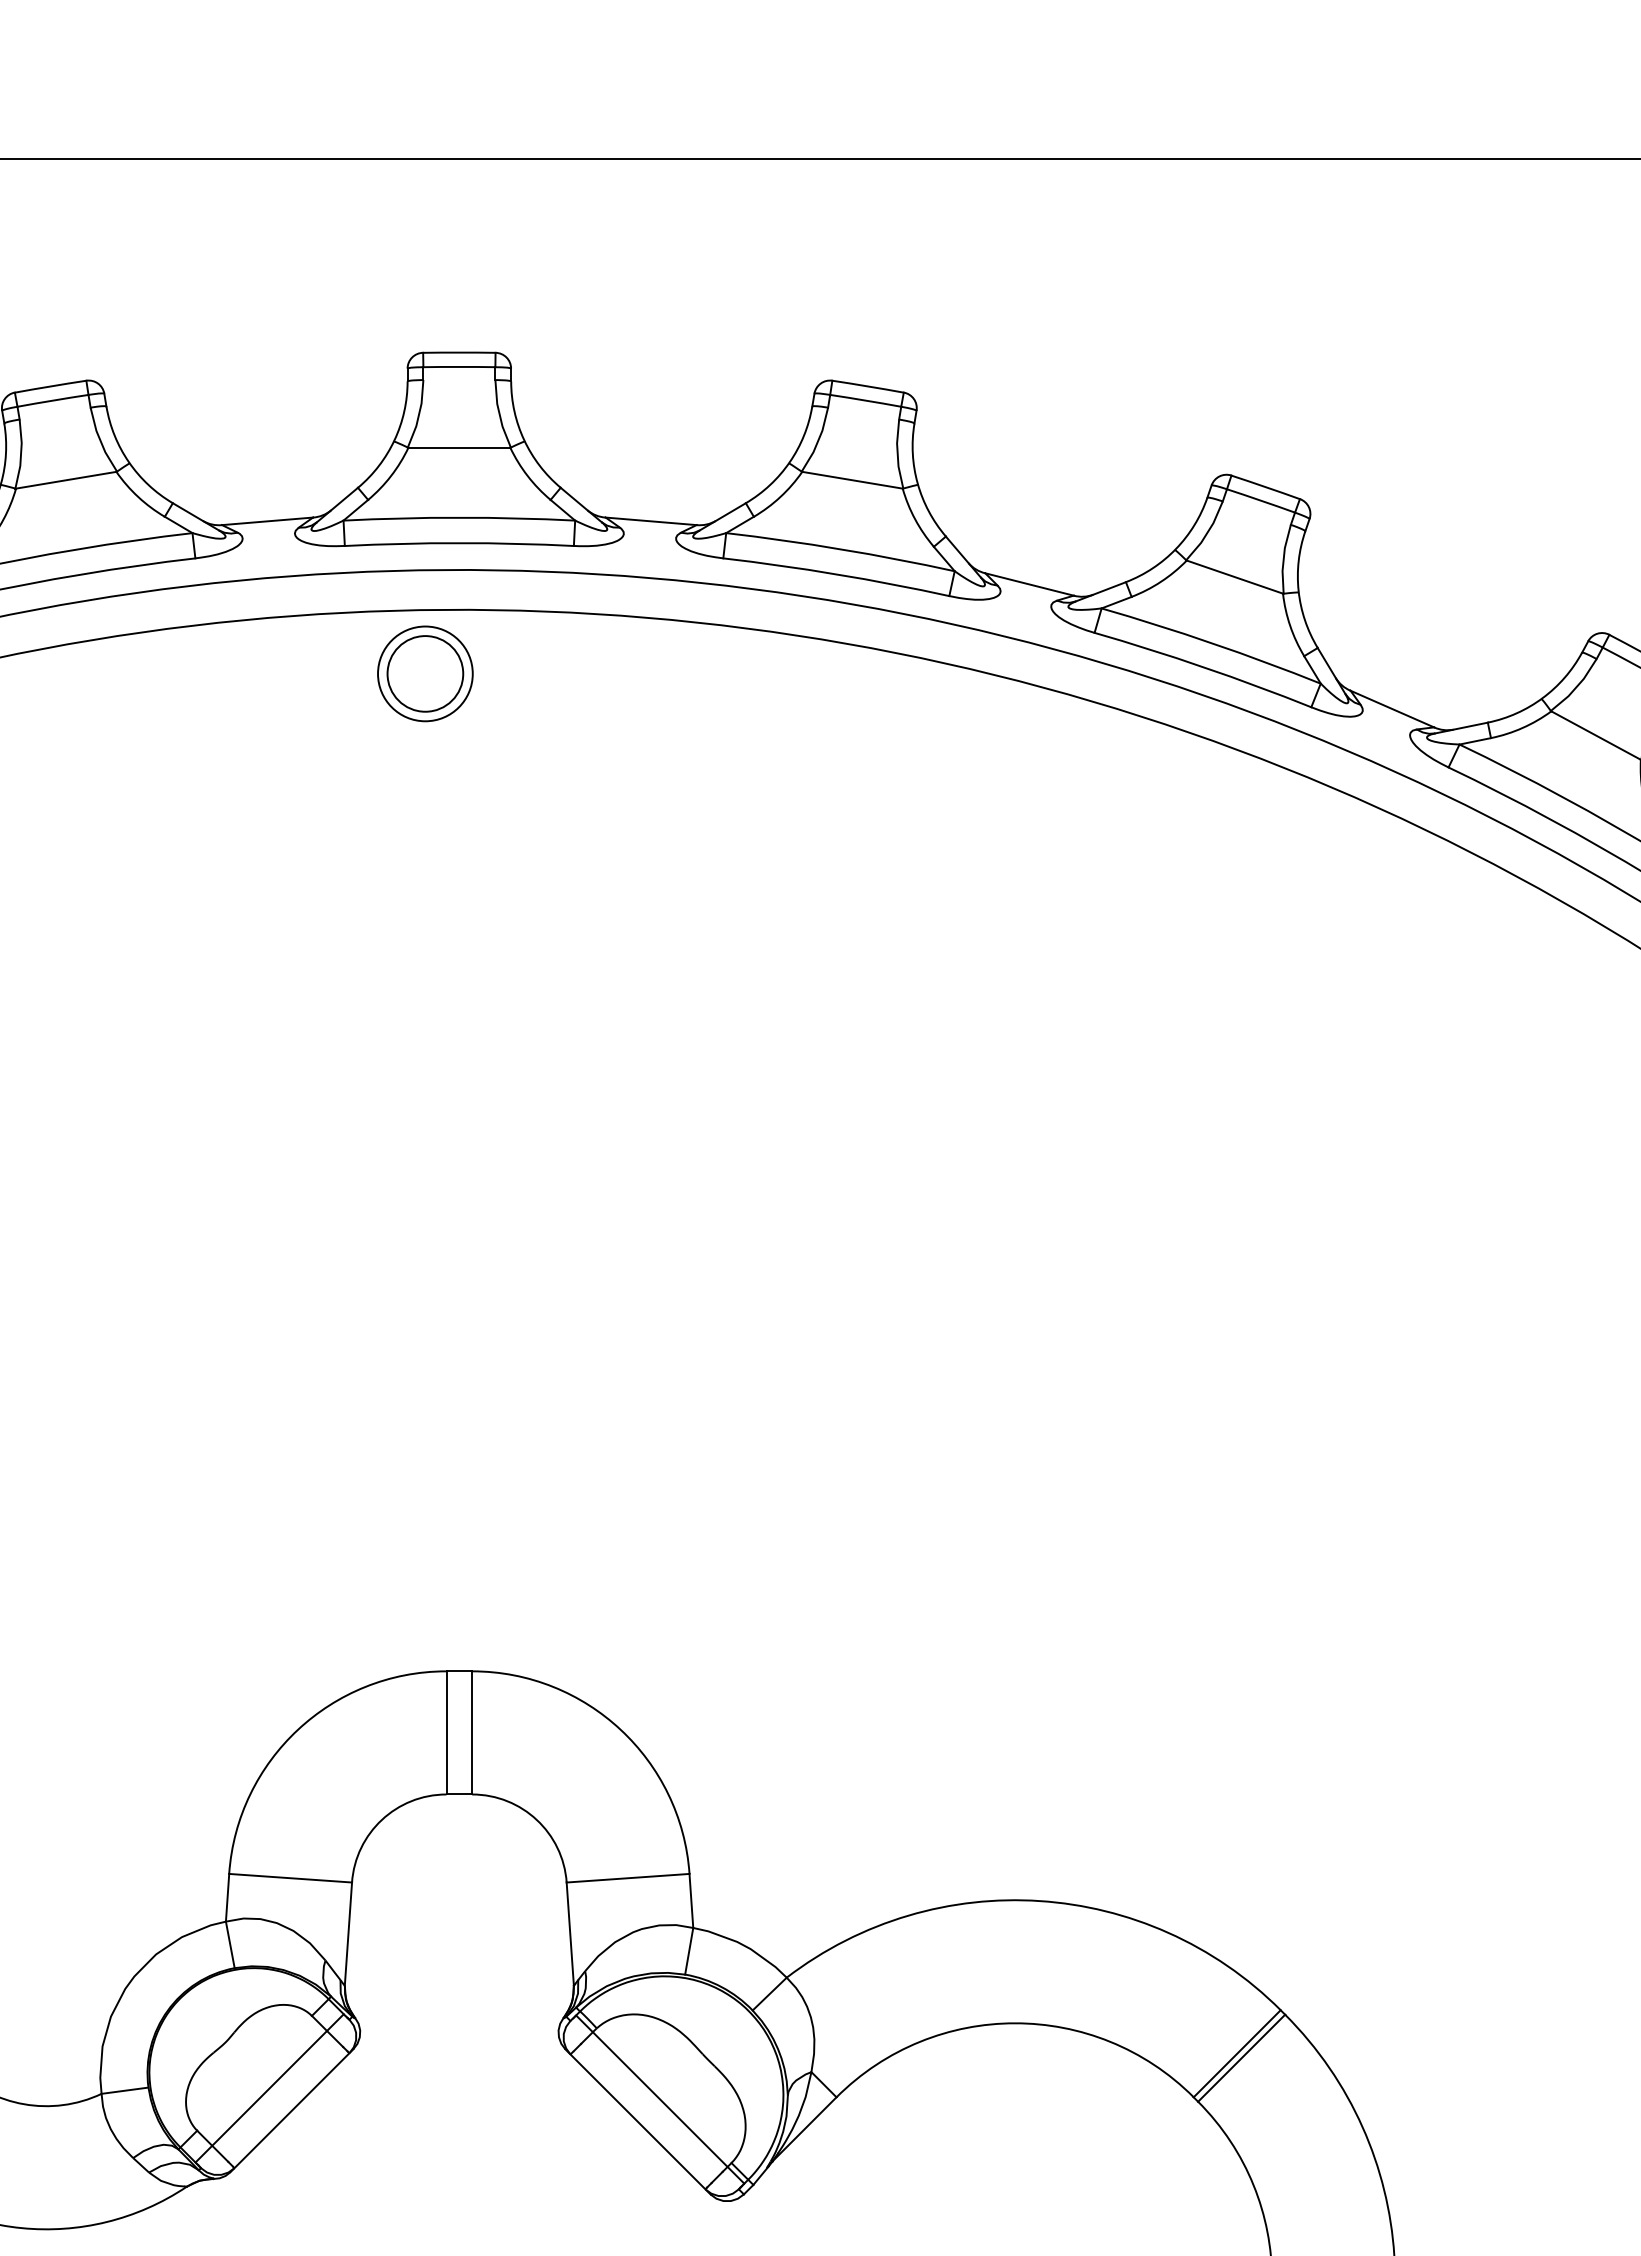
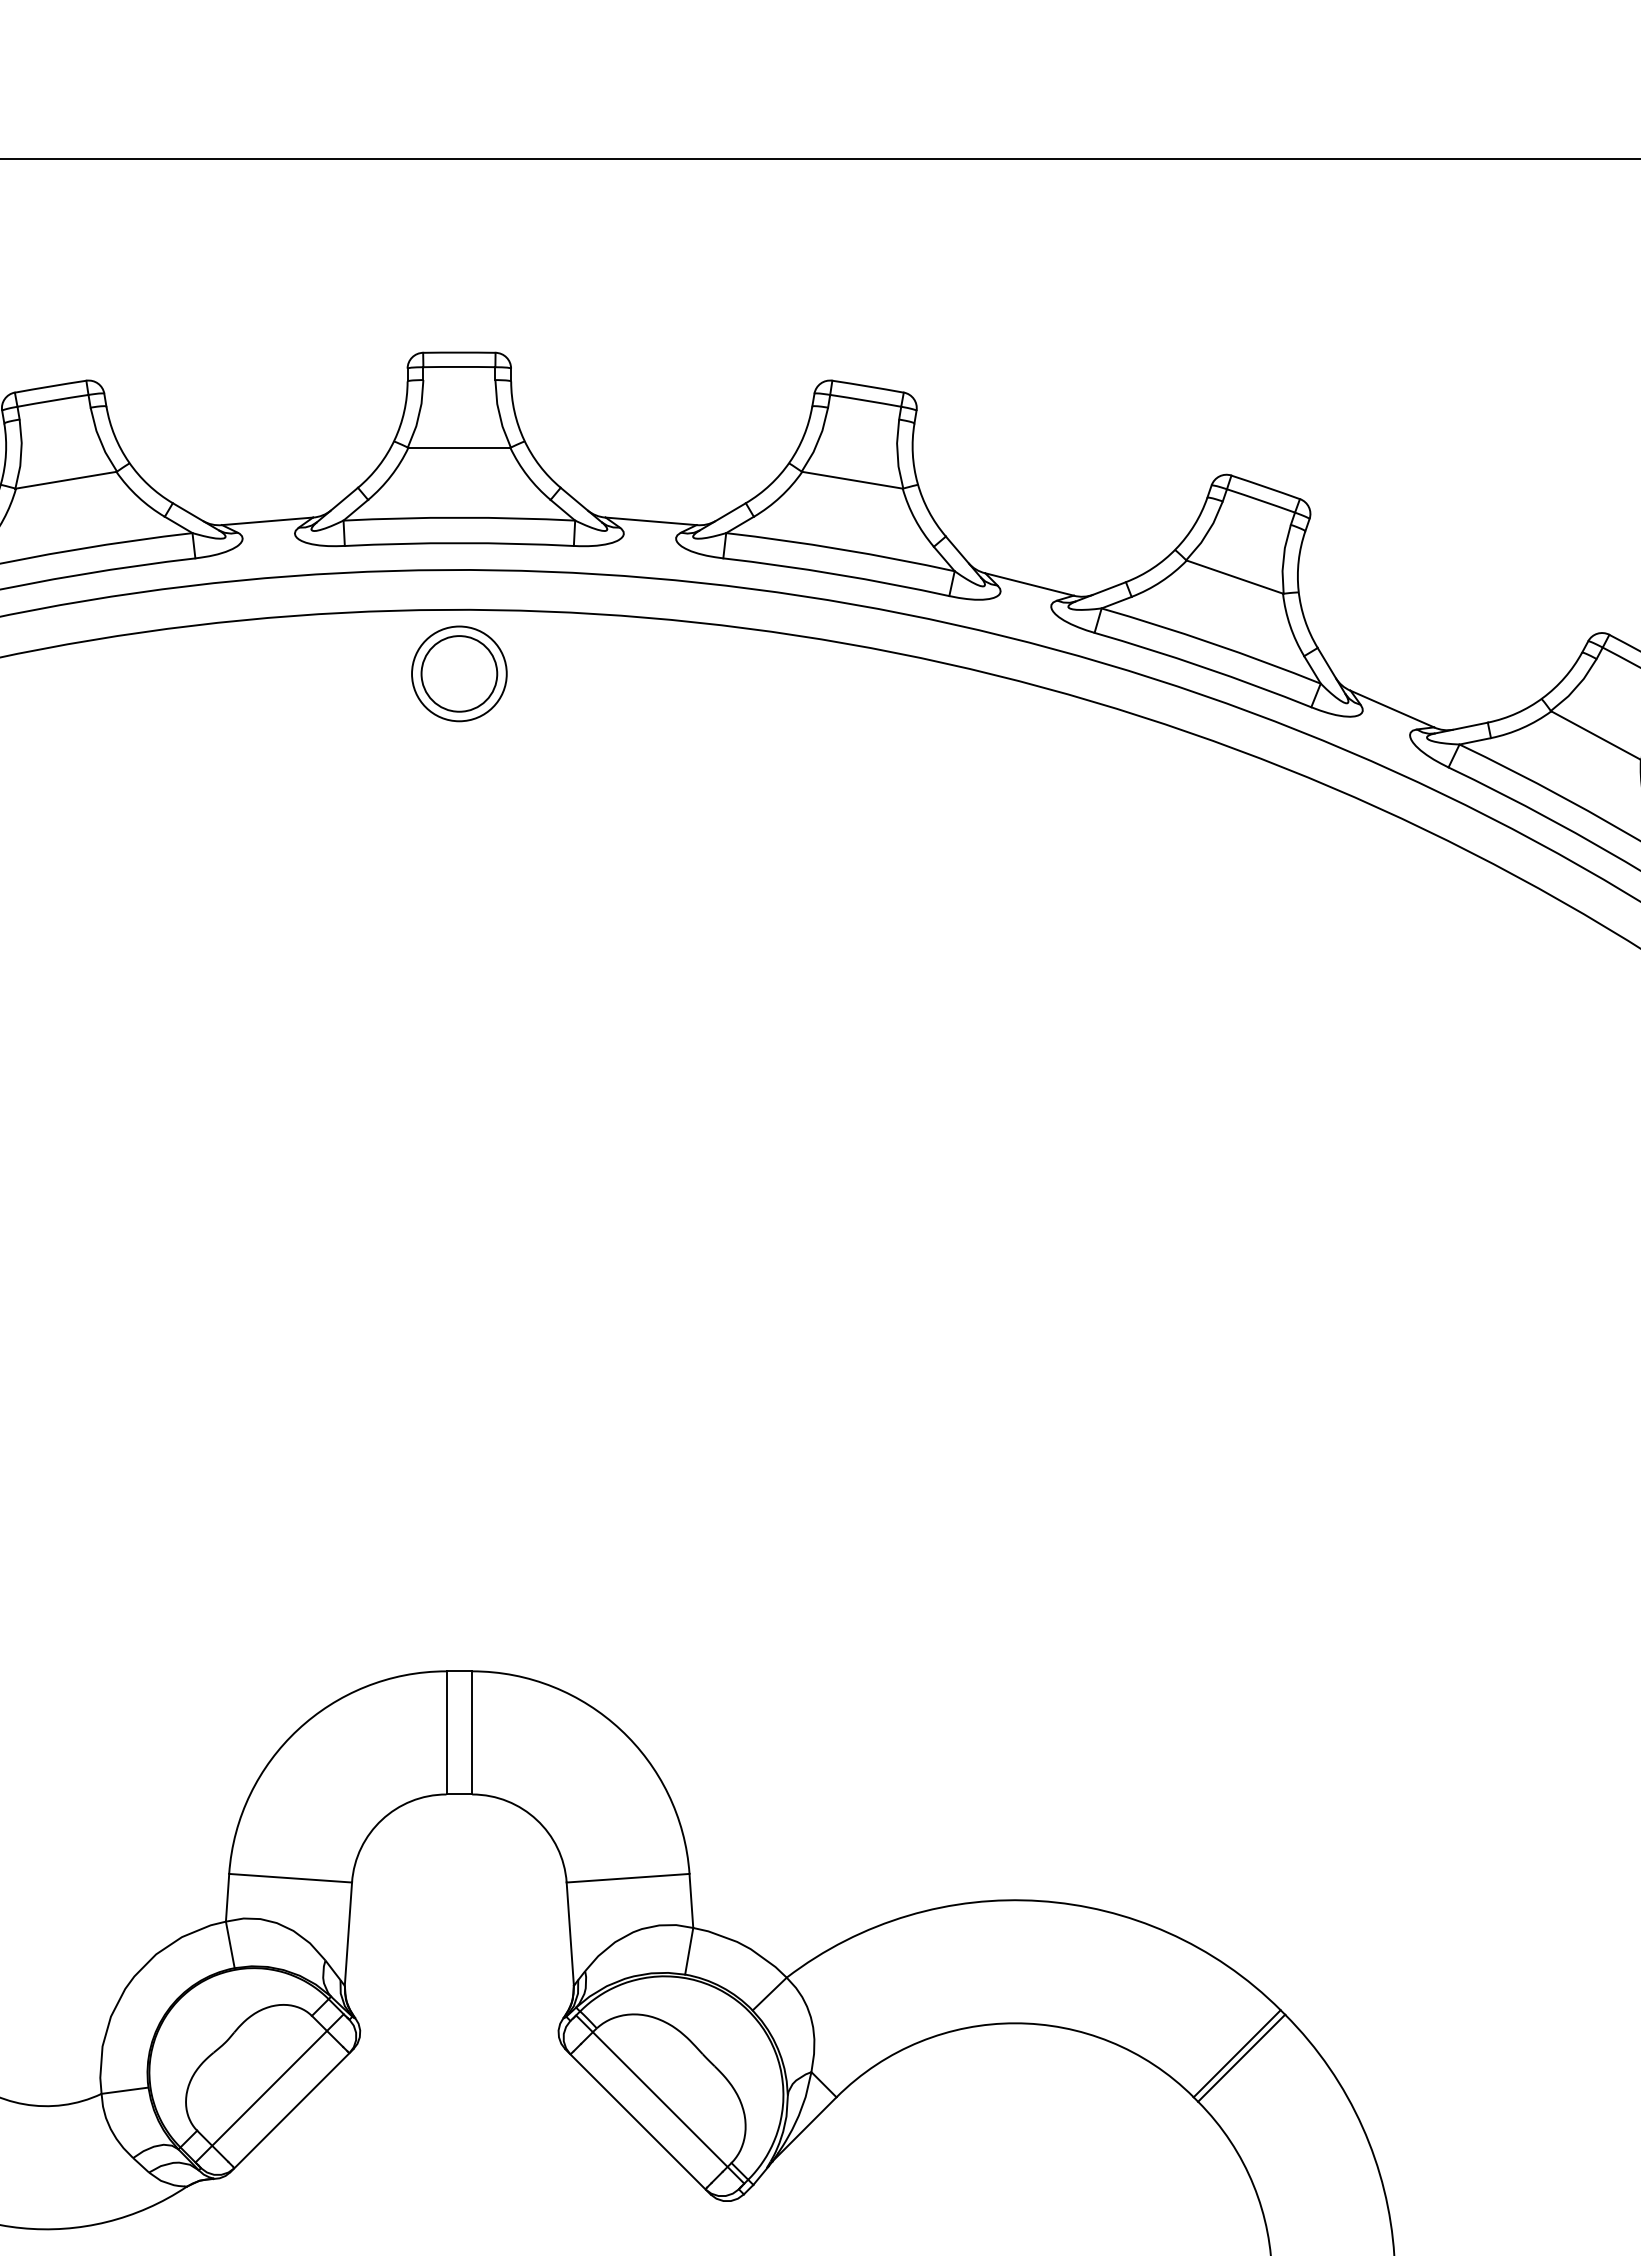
part at (425, 673) position: (425, 673) -> (459, 673)
